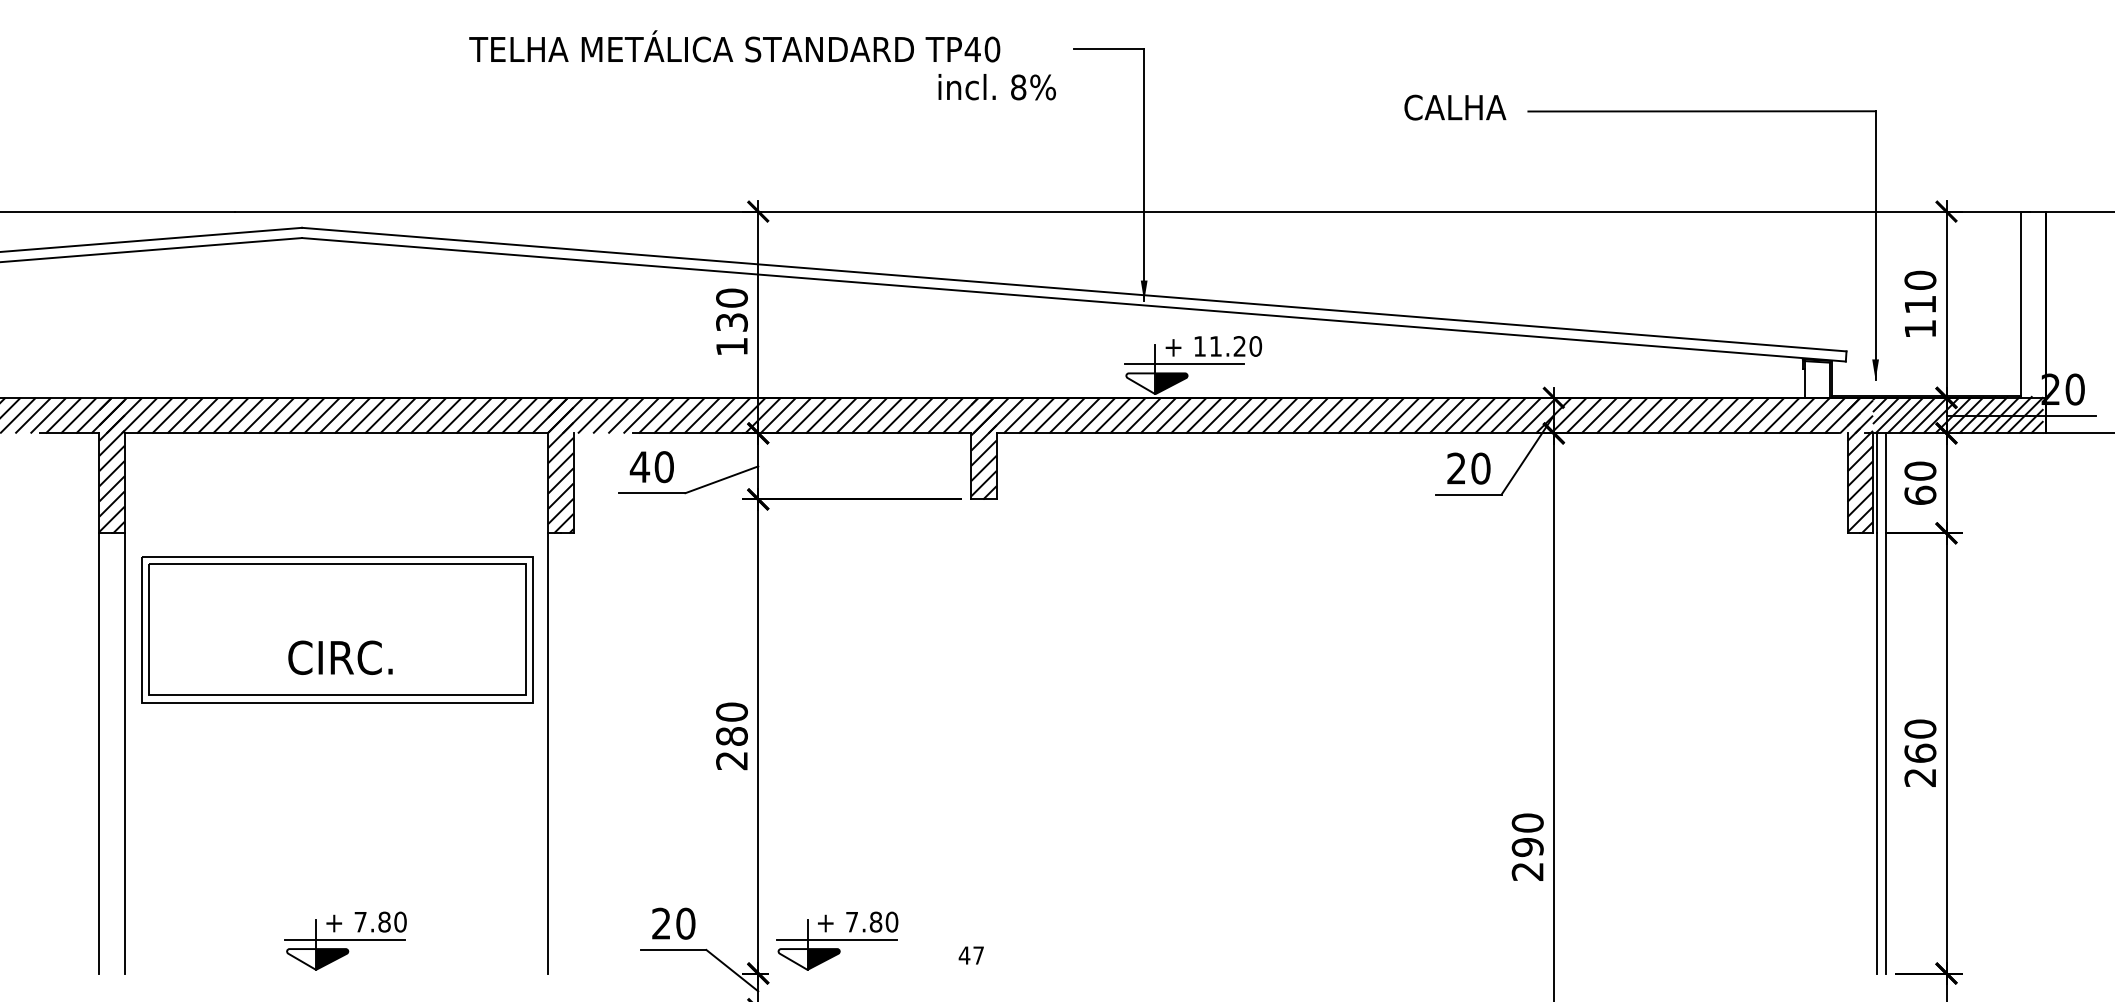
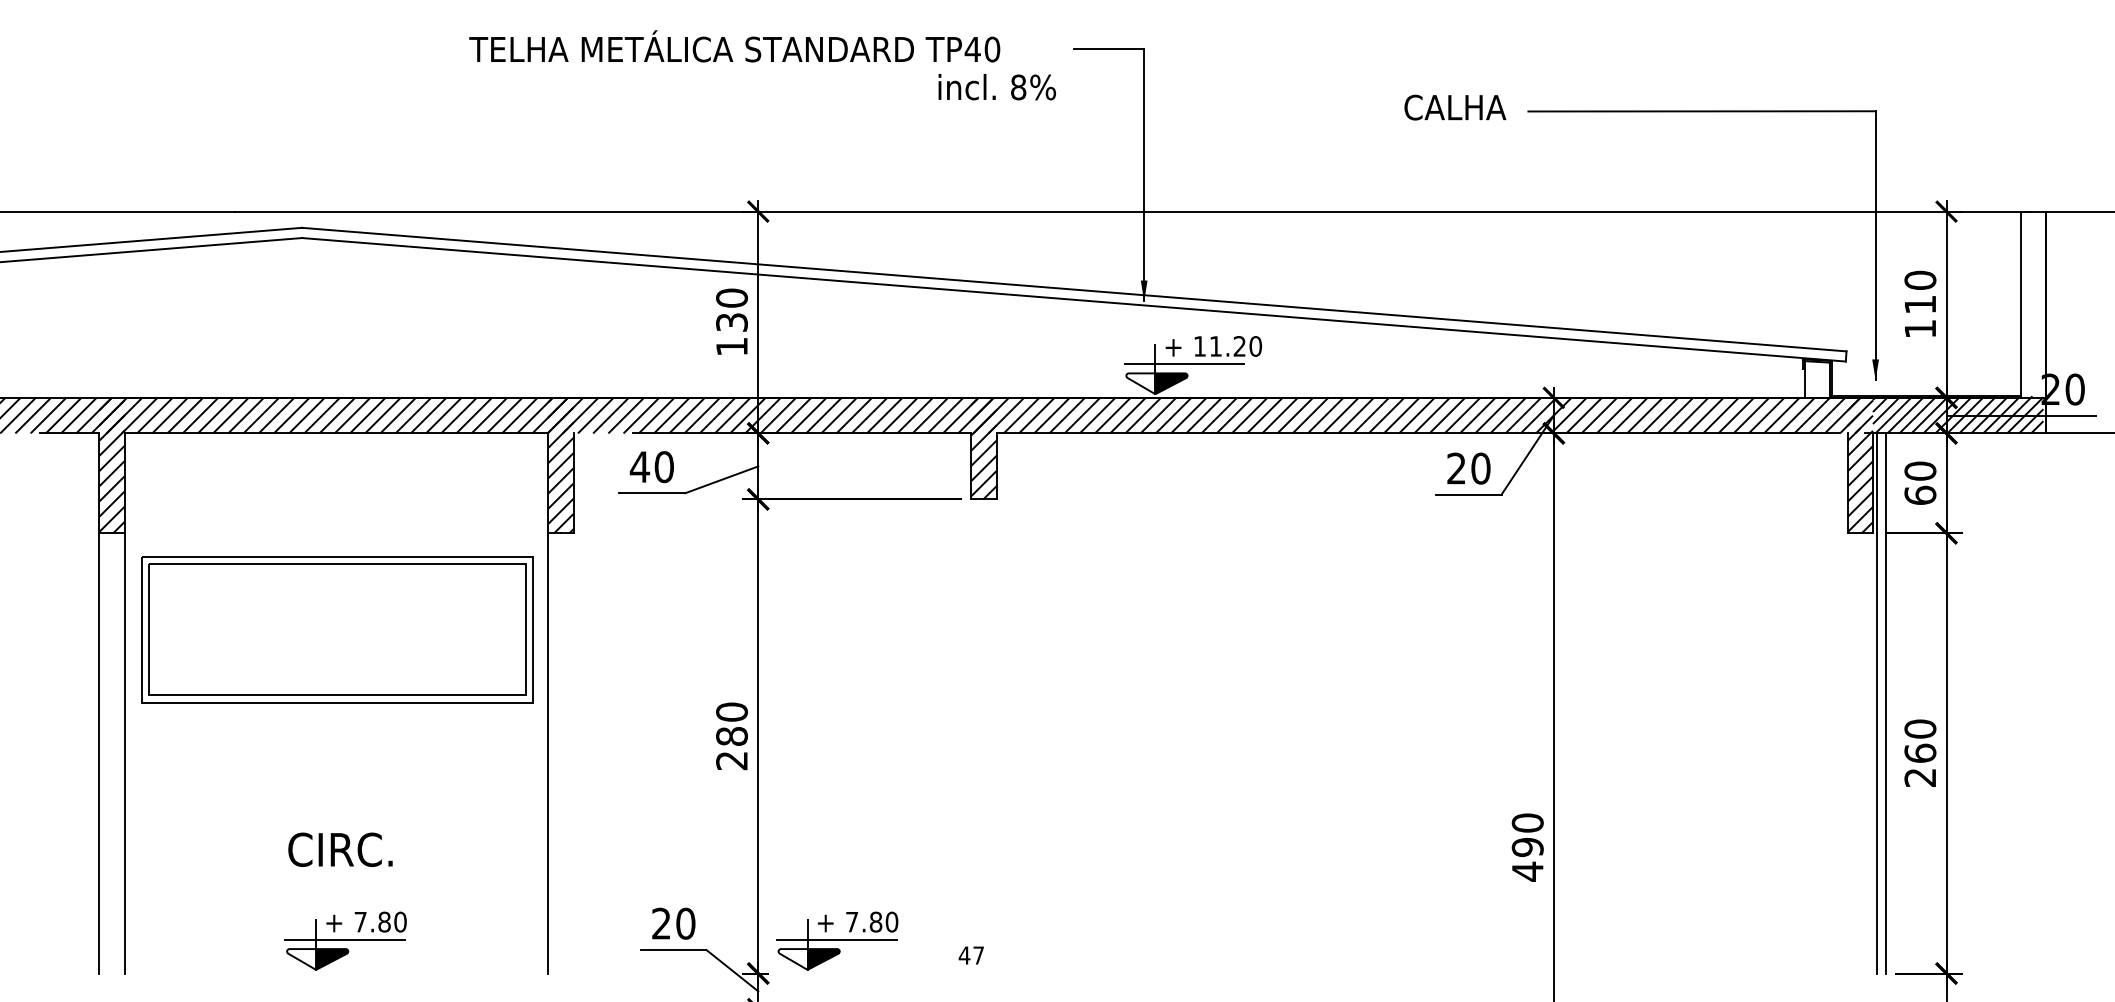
text at (340, 657) position: (340, 657) -> (340, 849)
text at (1527, 871): 290 -> 490
